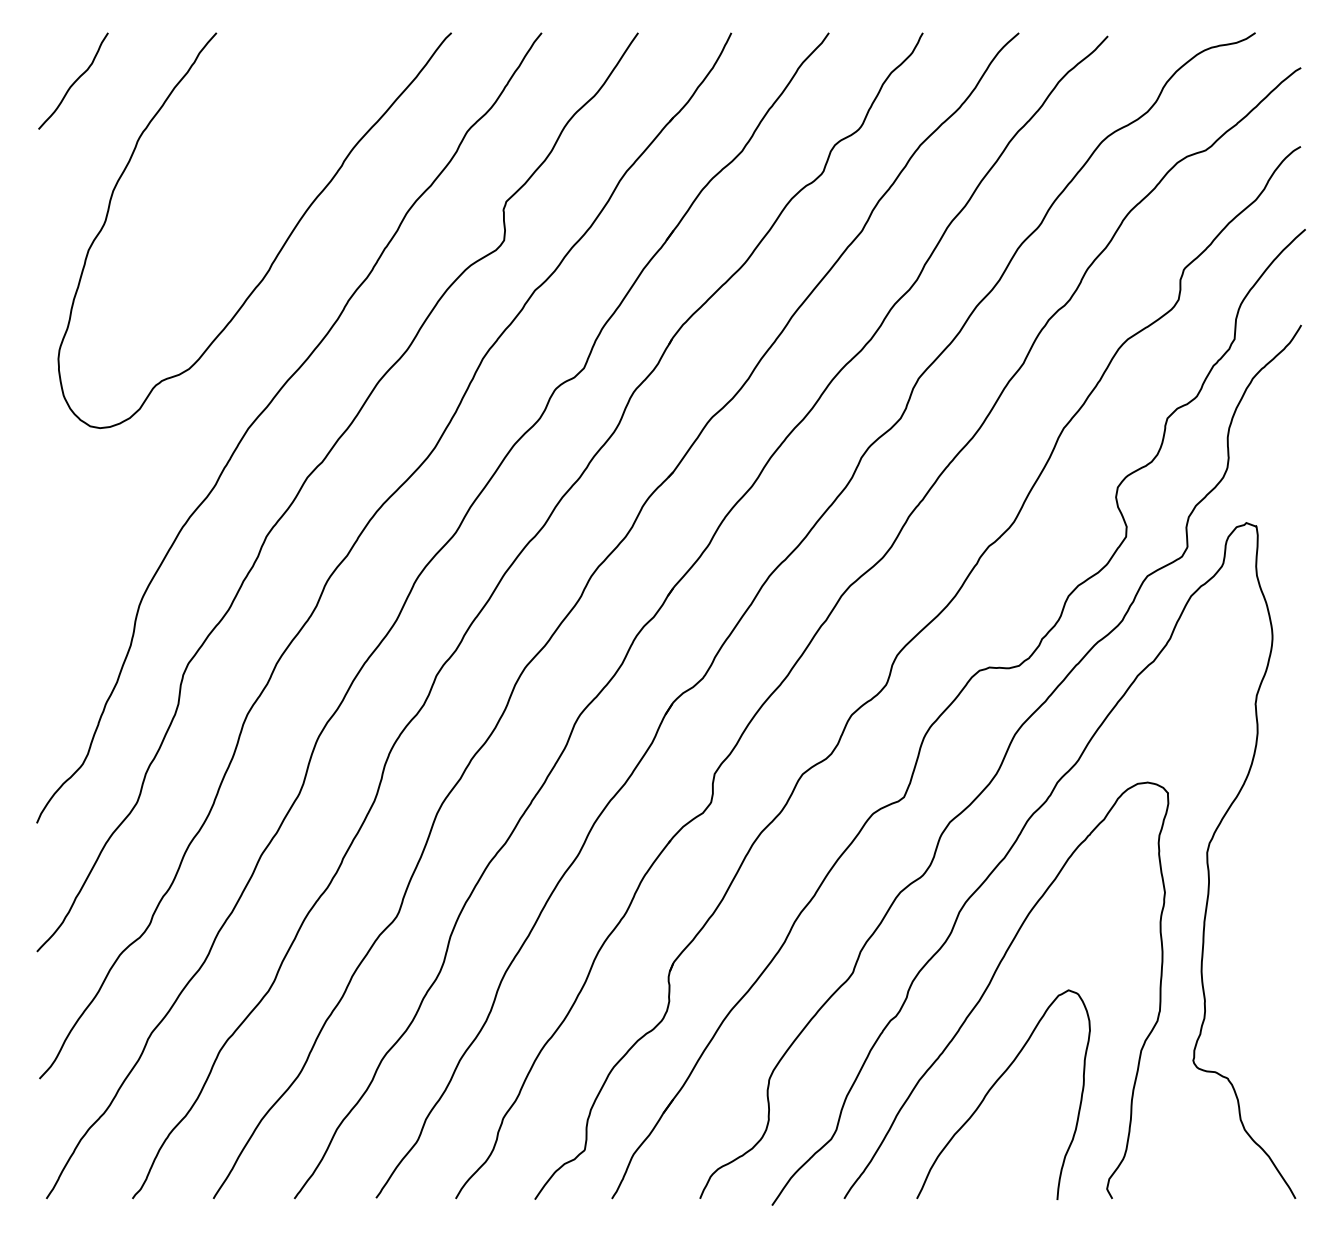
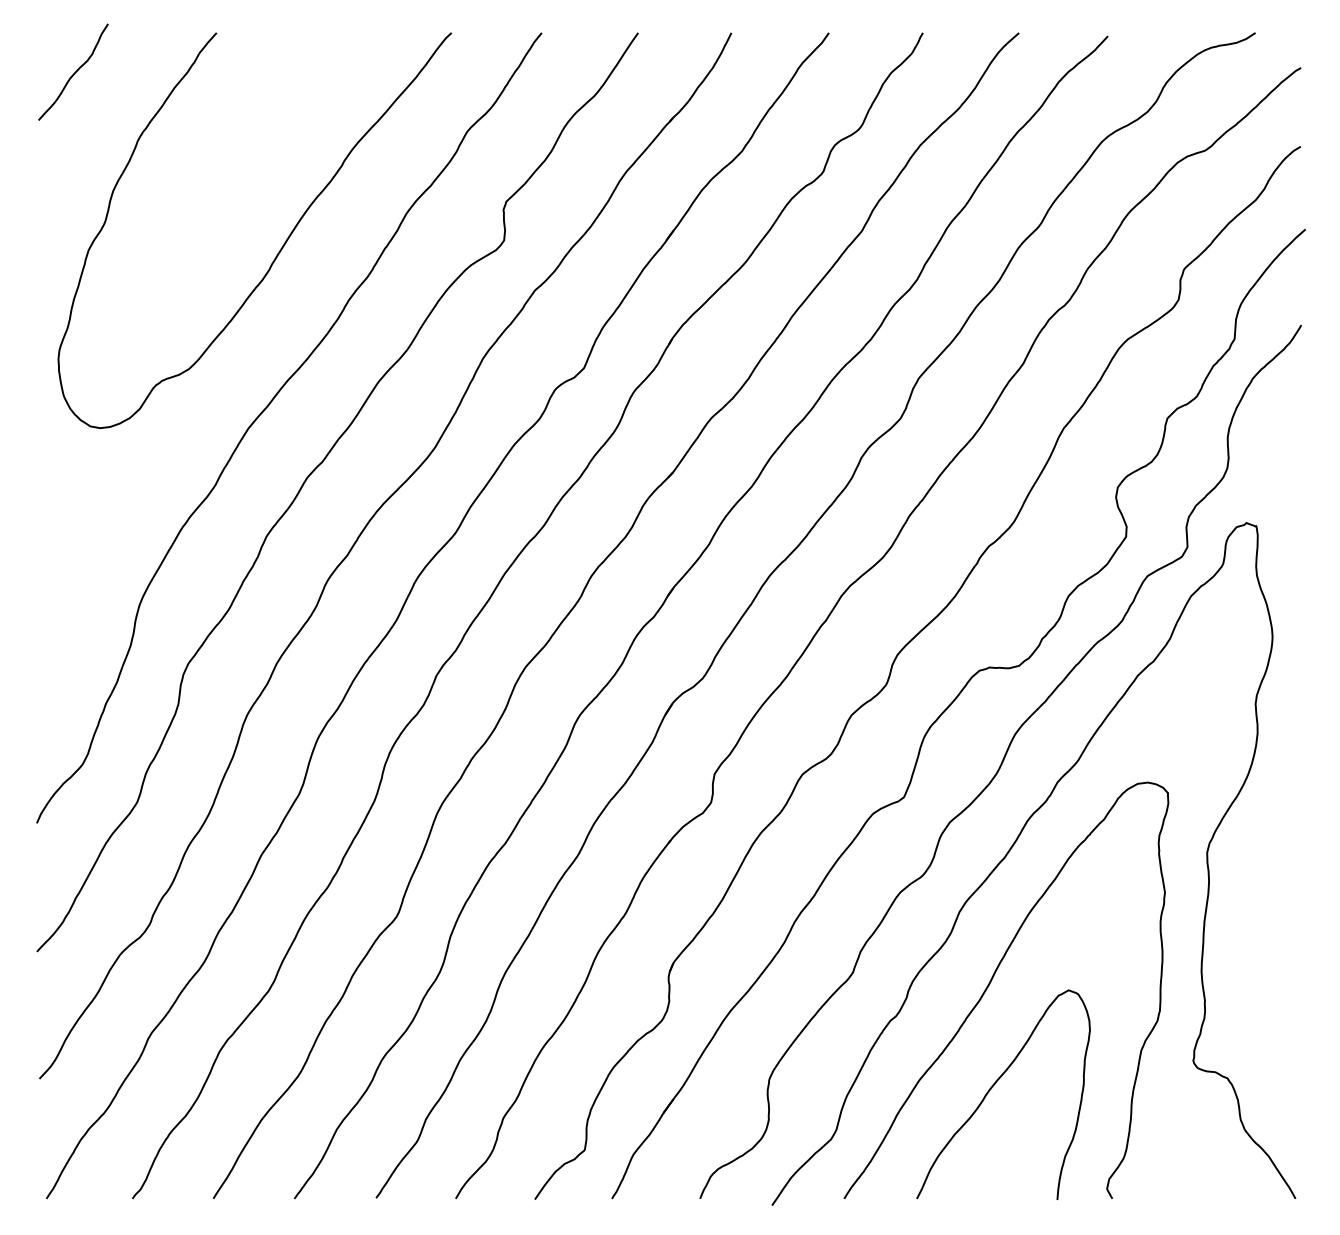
curve at (74, 81) position: (74, 81) -> (74, 72)
